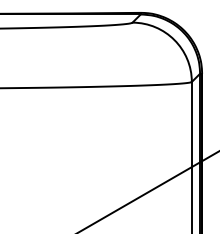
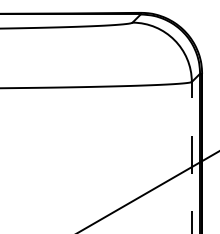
line at (191, 157): solid -> dashed
